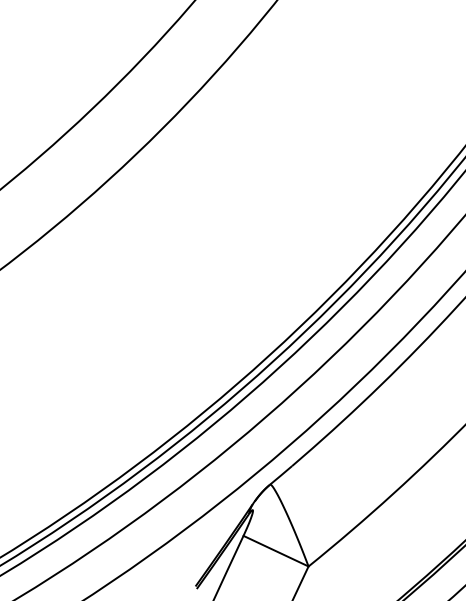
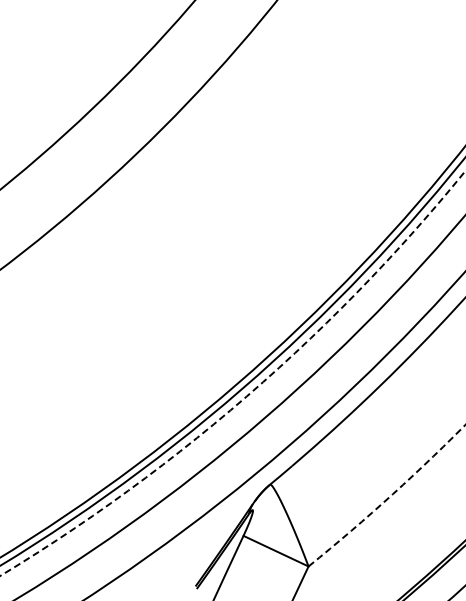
circle at (232, 372): solid -> dashed
arc at (389, 496): solid -> dashed
